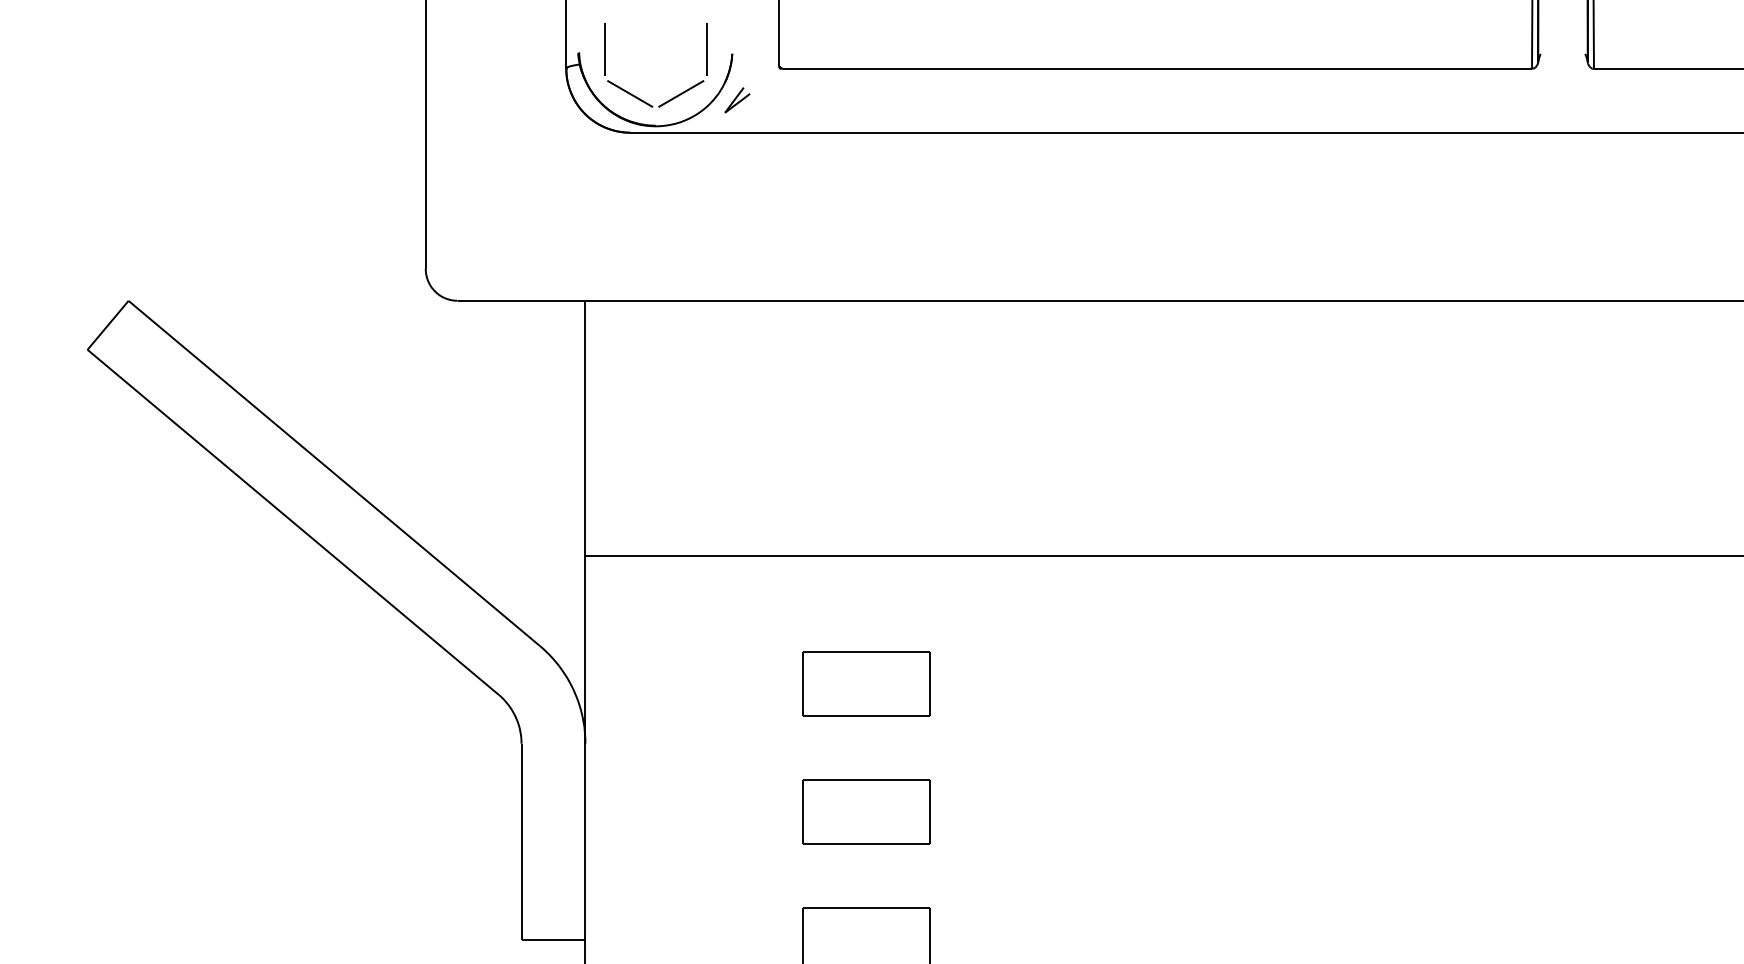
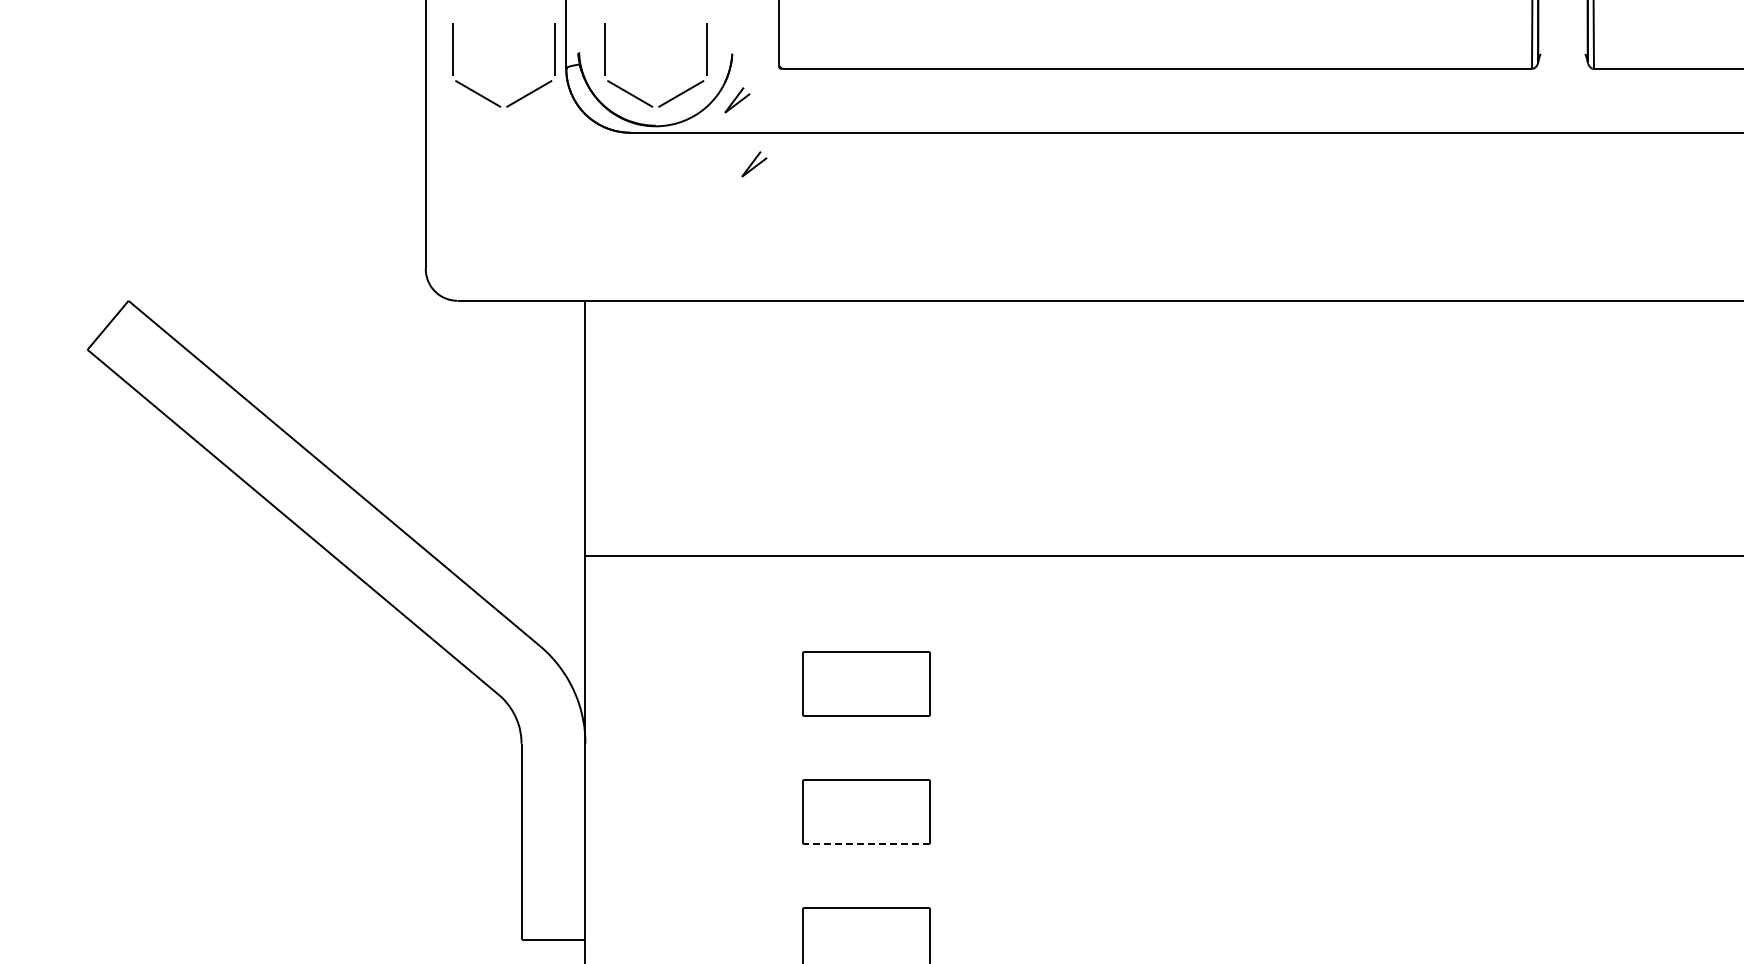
part at (483, 95): none -> present
part at (754, 164): none -> present
line at (866, 843): solid -> dashed
